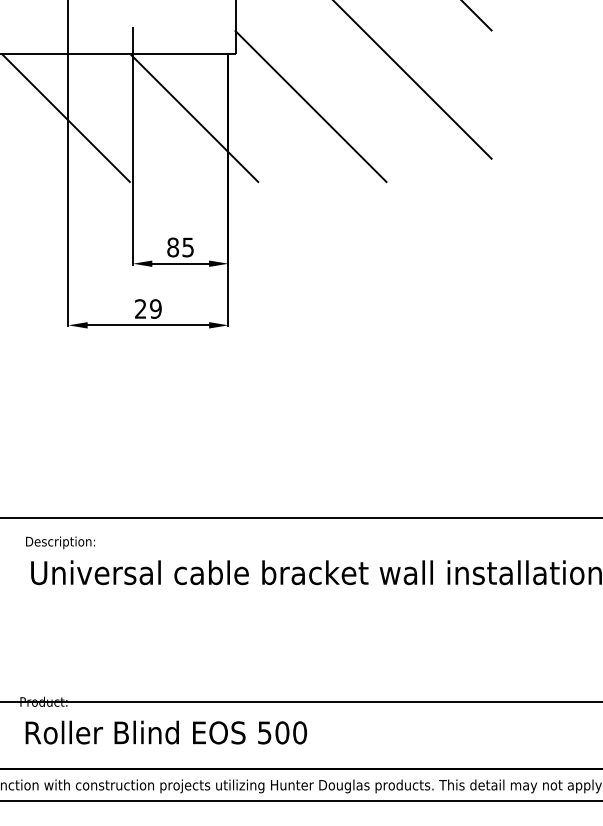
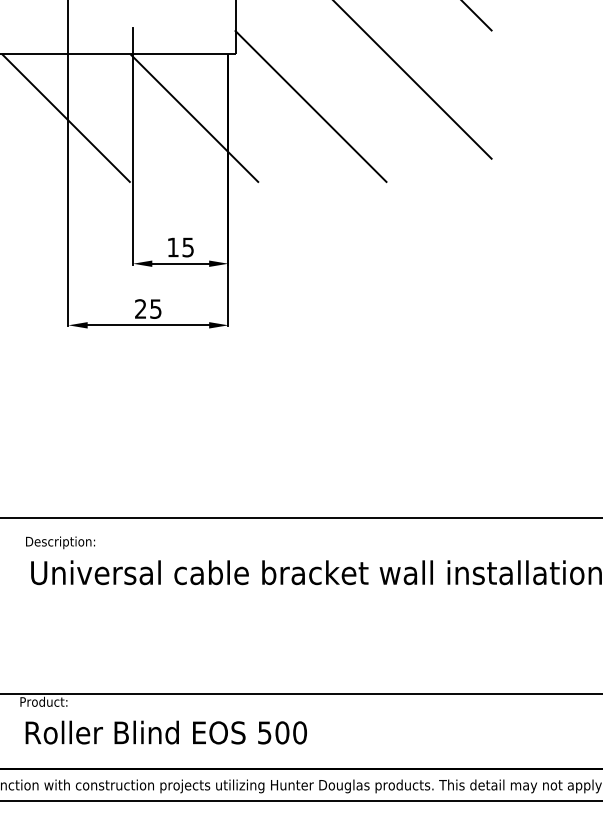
text at (173, 247): 85 -> 15
text at (155, 308): 29 -> 25
line at (300, 701) position: (300, 701) -> (300, 693)
